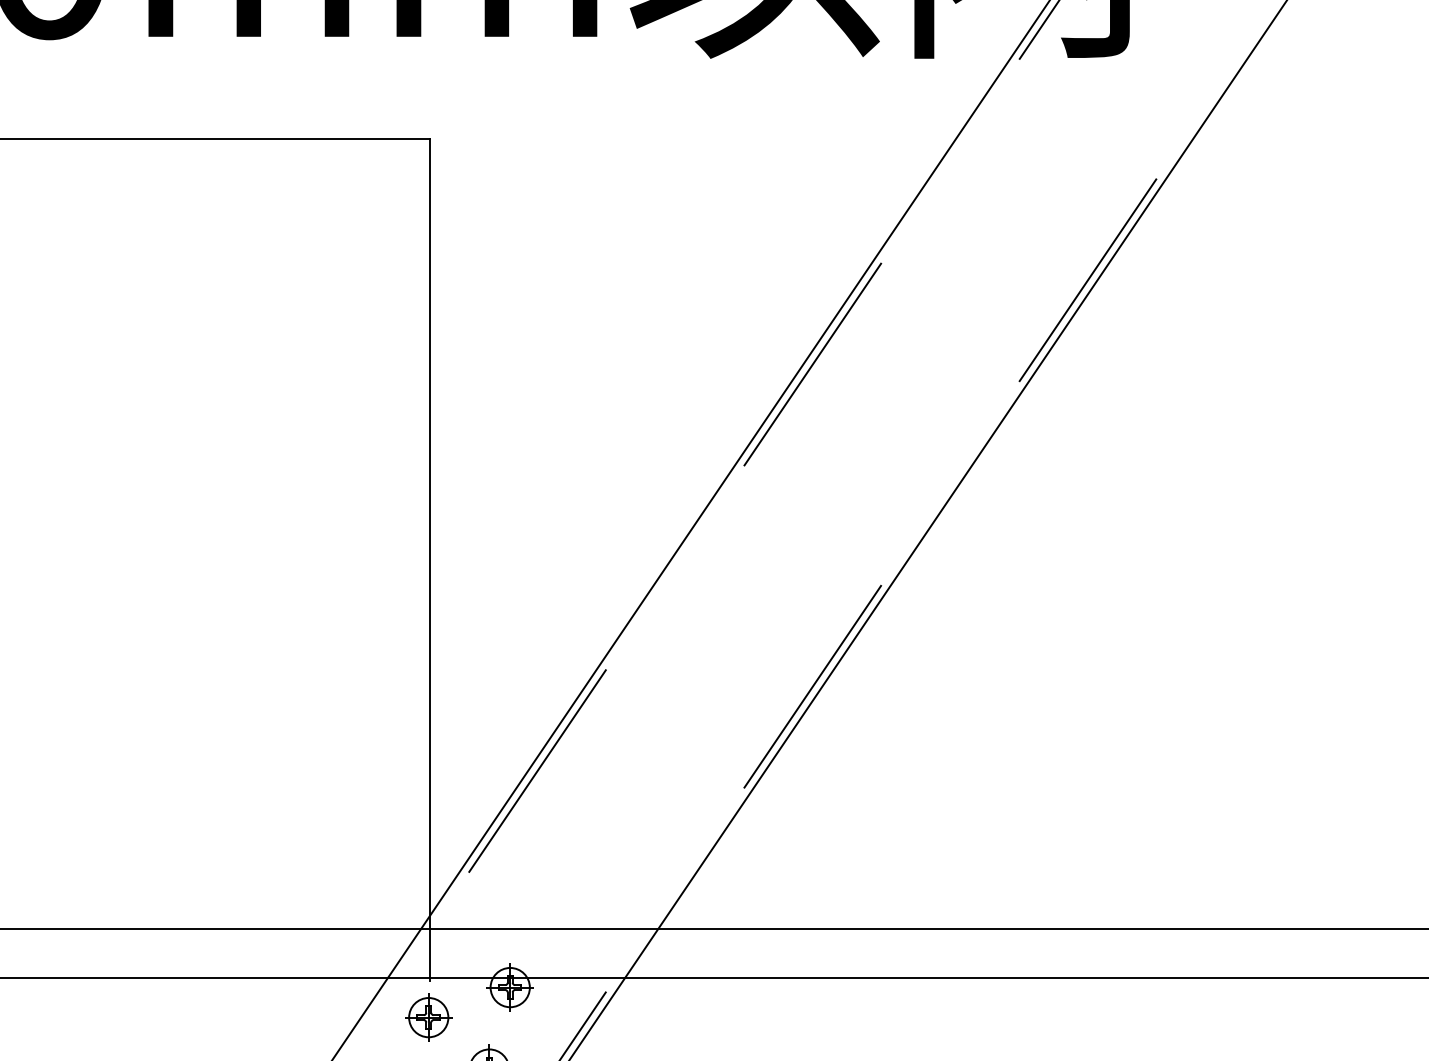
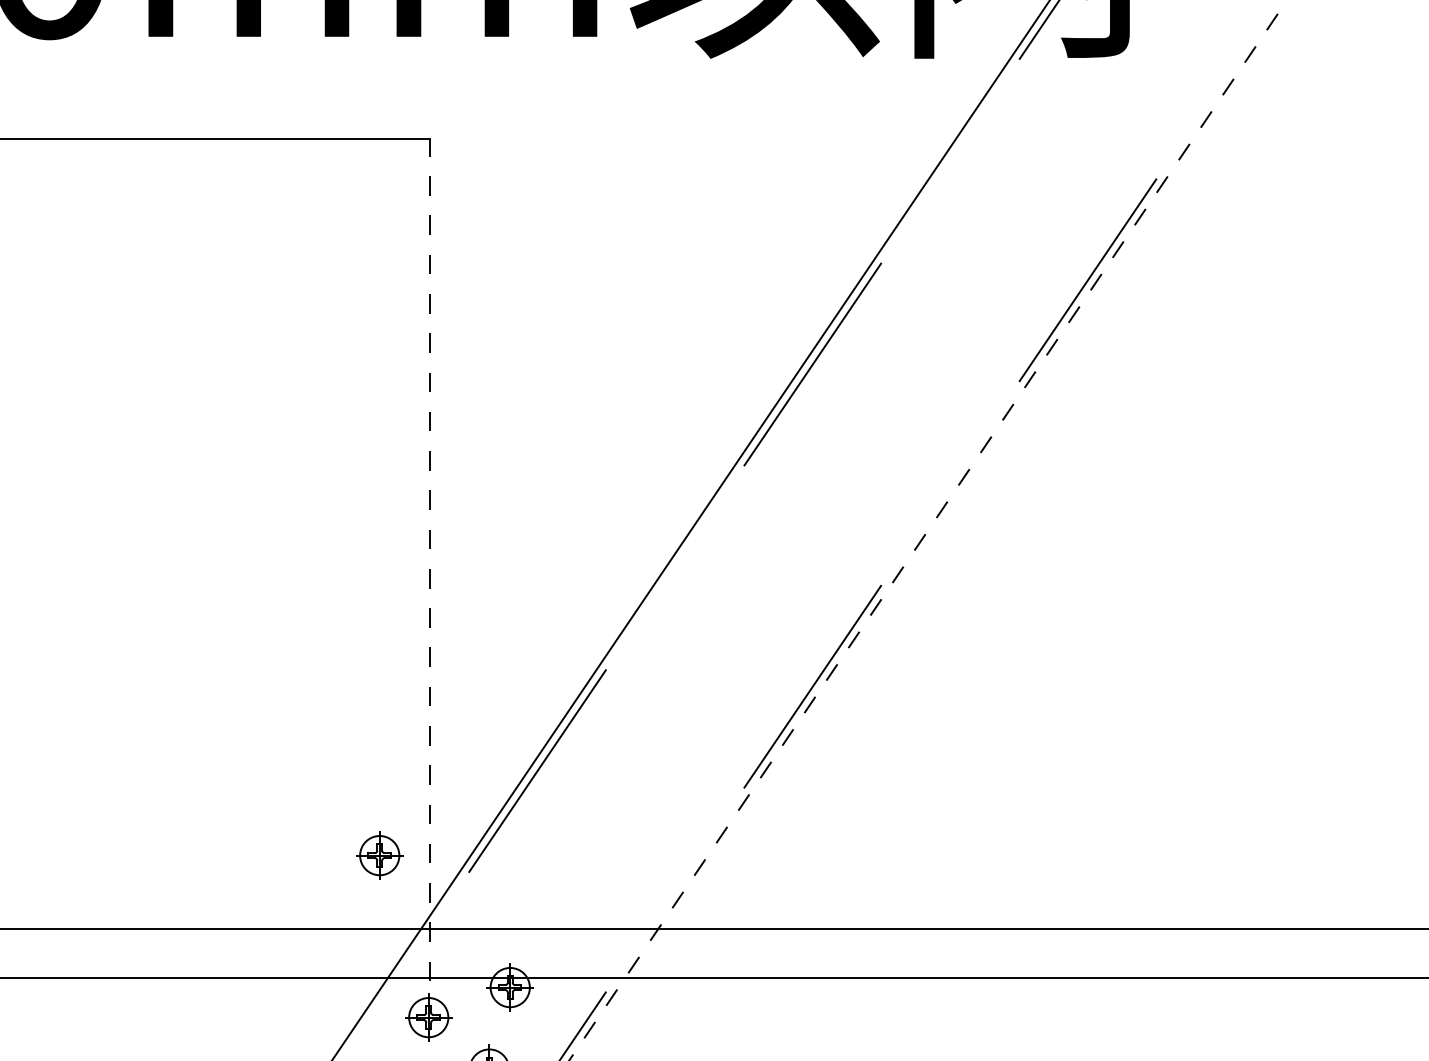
line at (927, 530): solid -> dashed
line at (429, 559): solid -> dashed
part at (379, 855): none -> present
